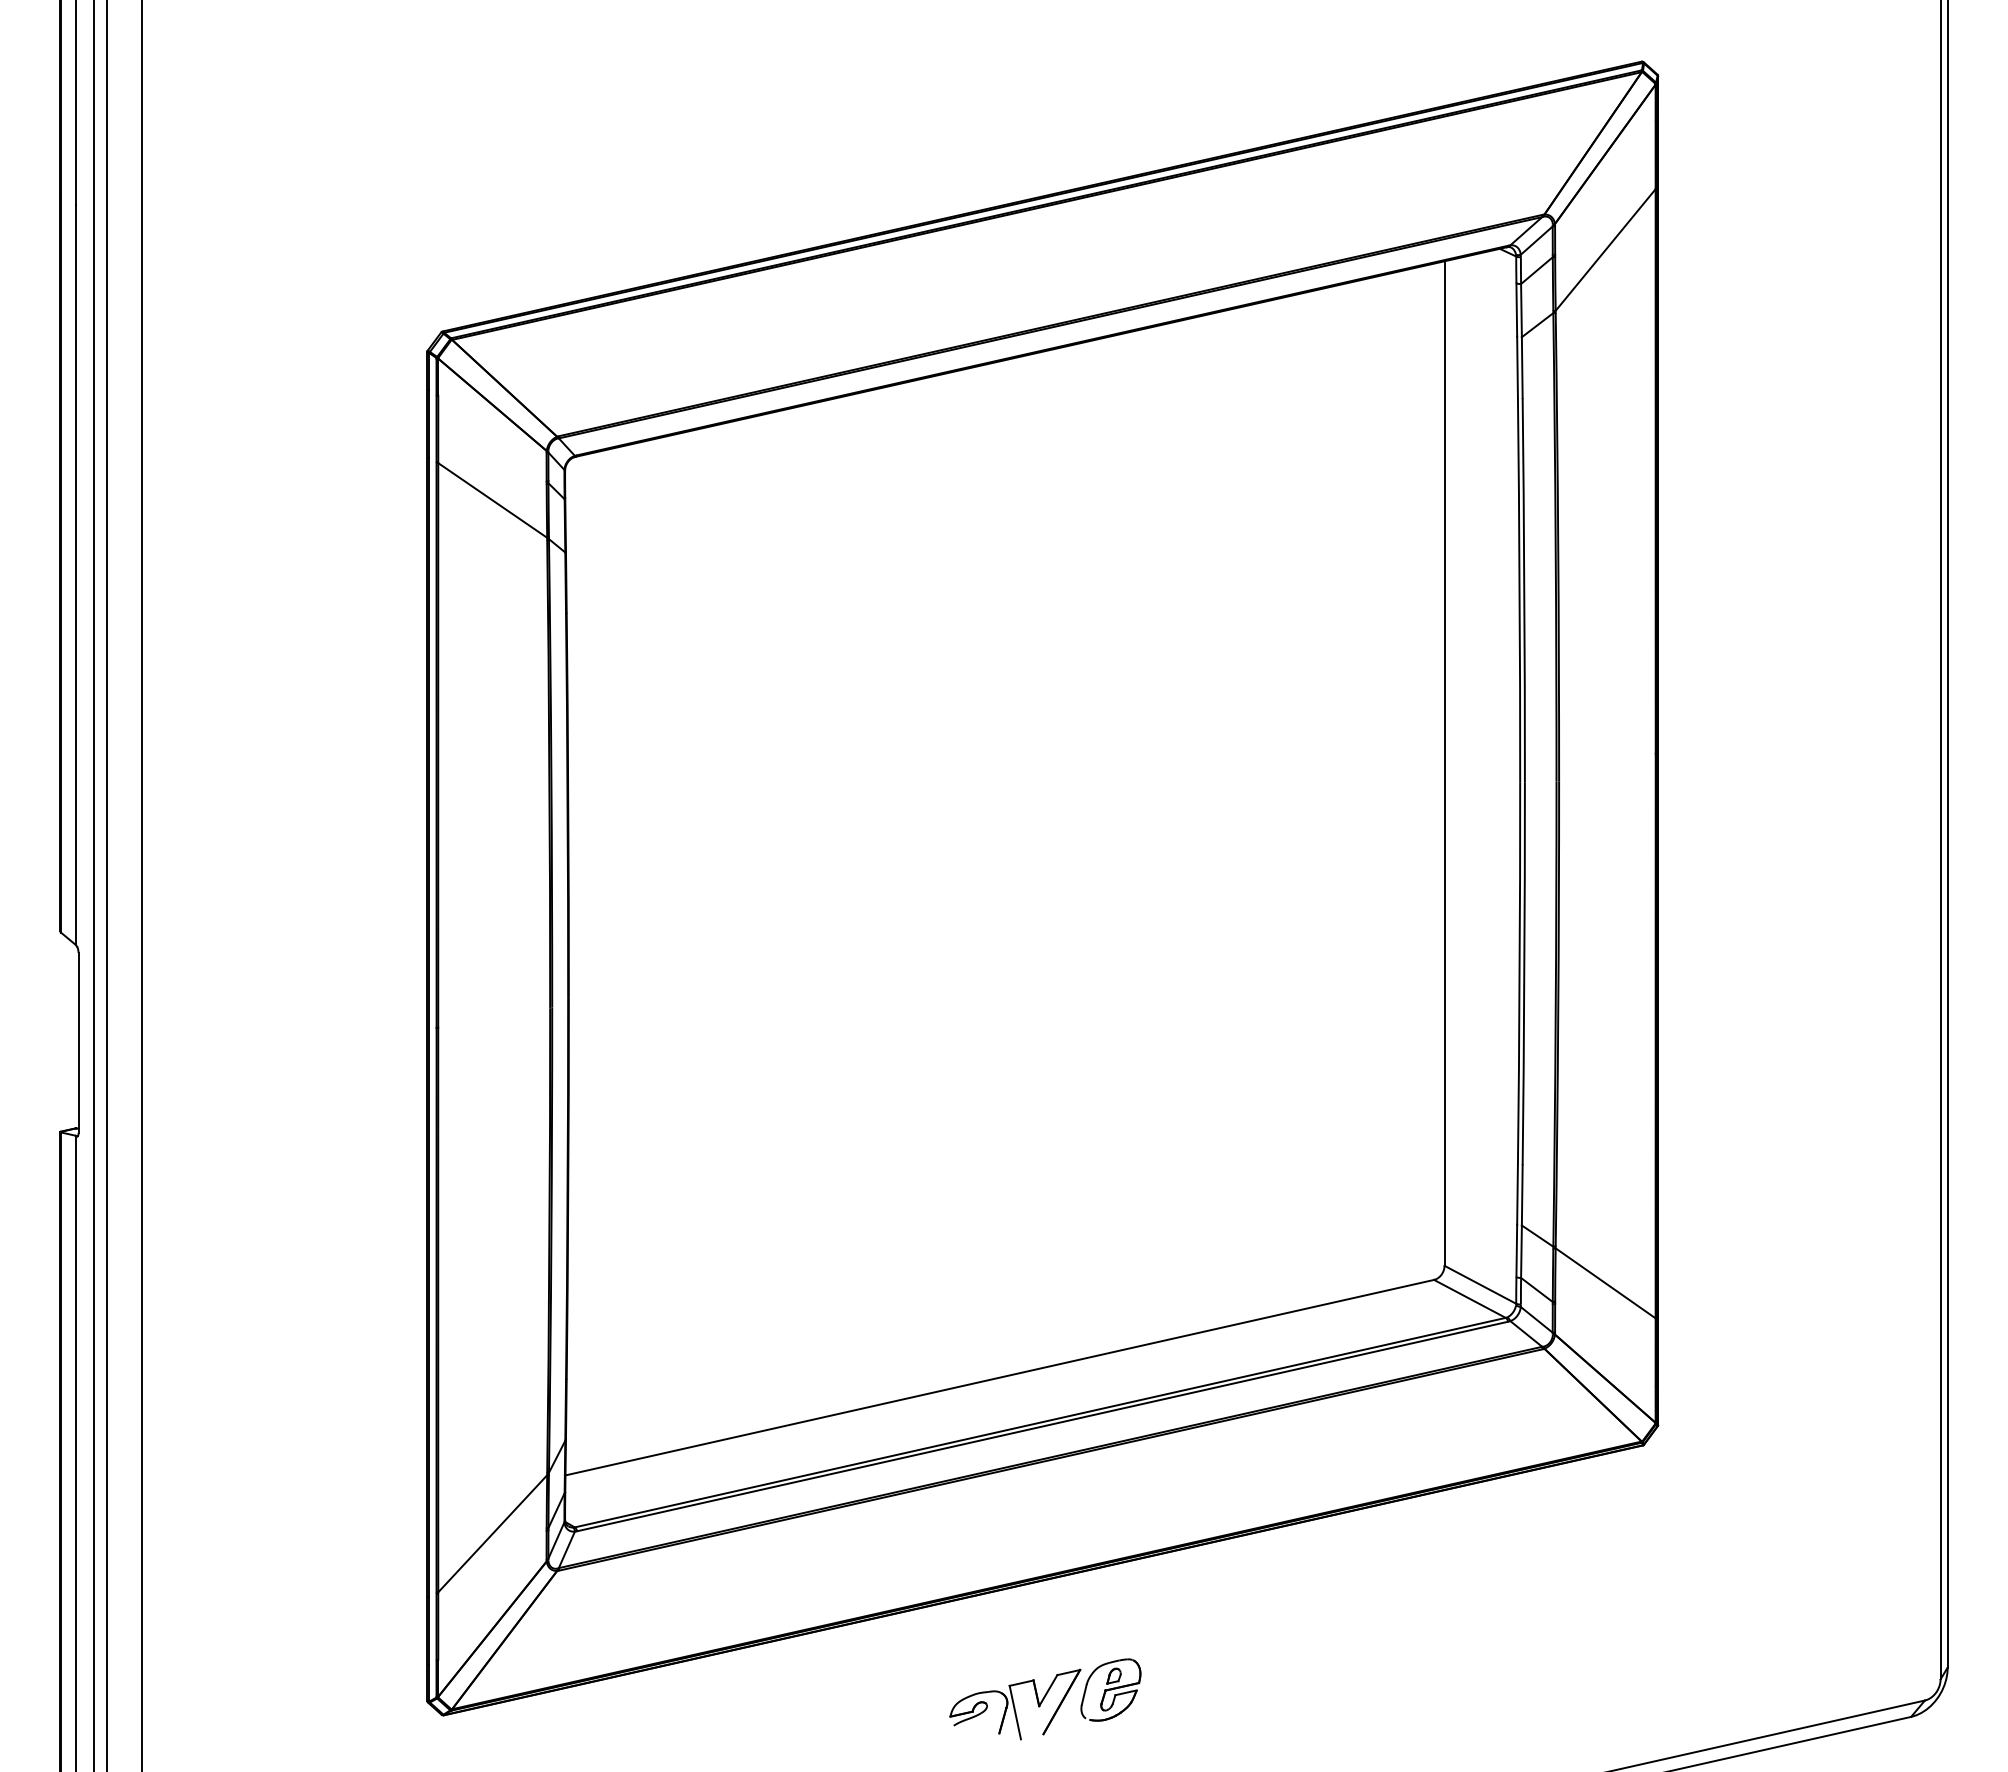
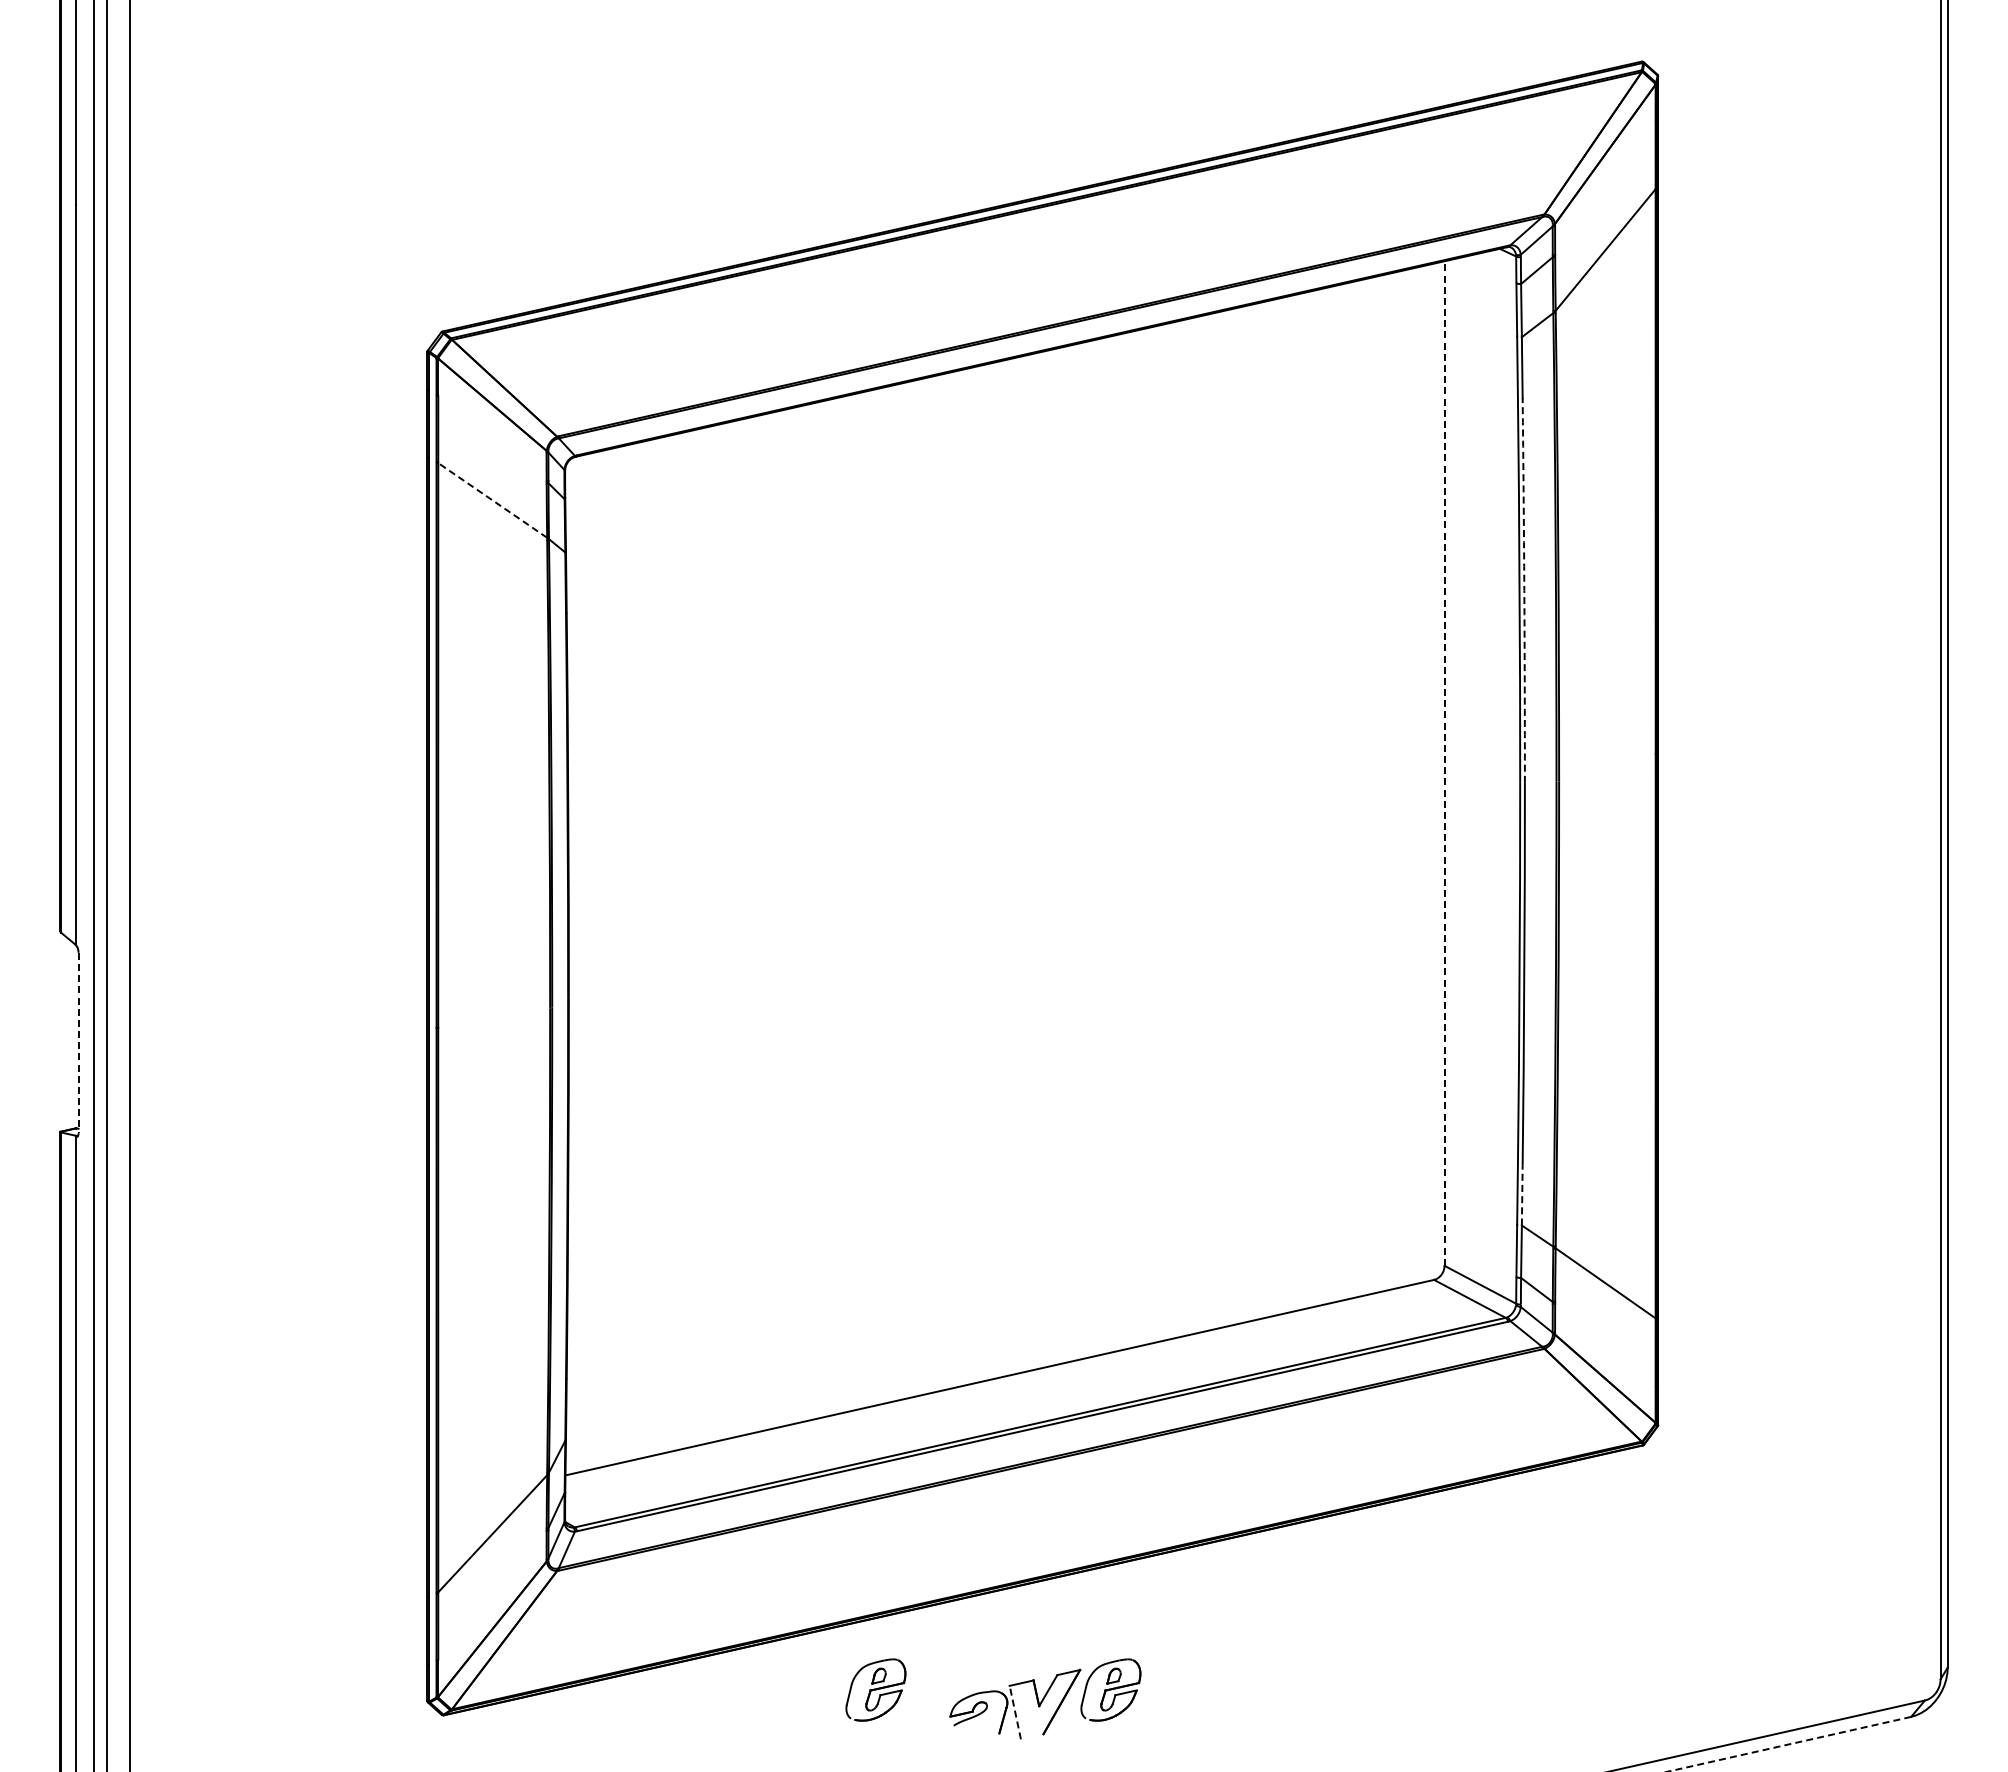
line at (492, 500): solid -> dashed
arc at (1524, 590): solid -> dashed
line at (1444, 763): solid -> dashed
line at (142, 885) position: (142, 885) -> (130, 885)
line at (78, 1043): solid -> dashed
line at (1522, 1194): solid -> dashed
part at (875, 1689): none -> present
line at (1015, 1712): solid -> dashed
line at (1789, 1744): solid -> dashed
